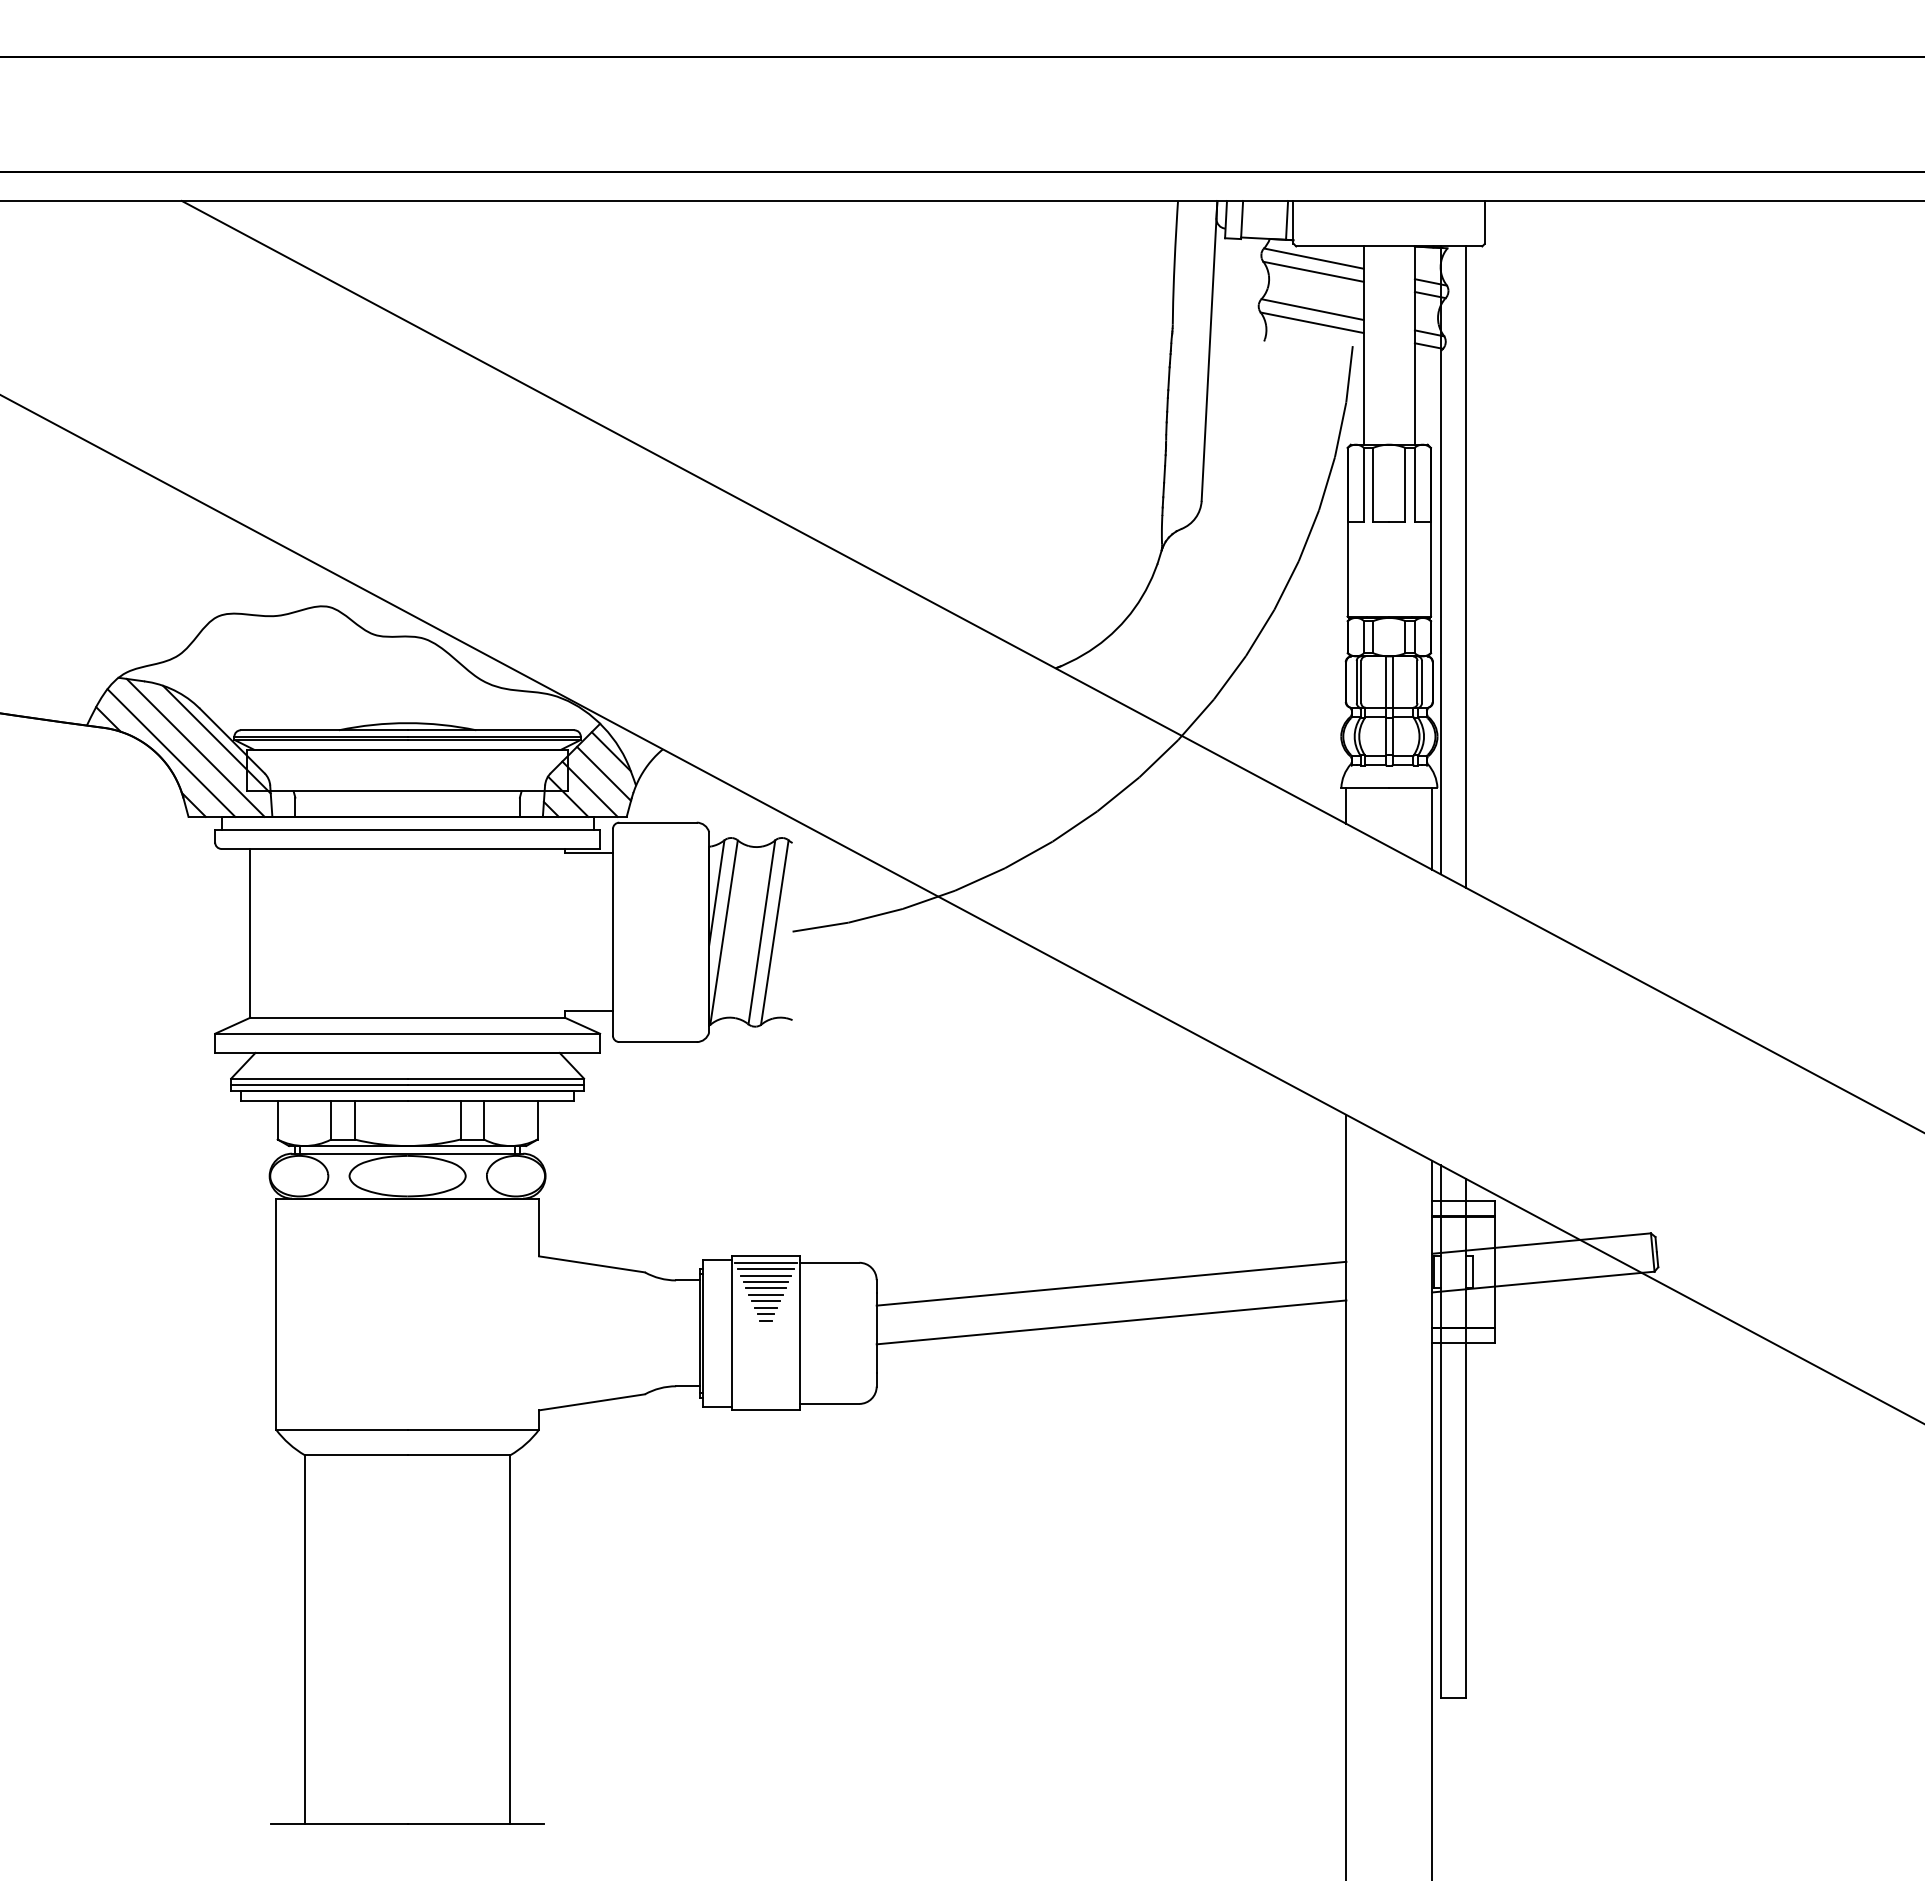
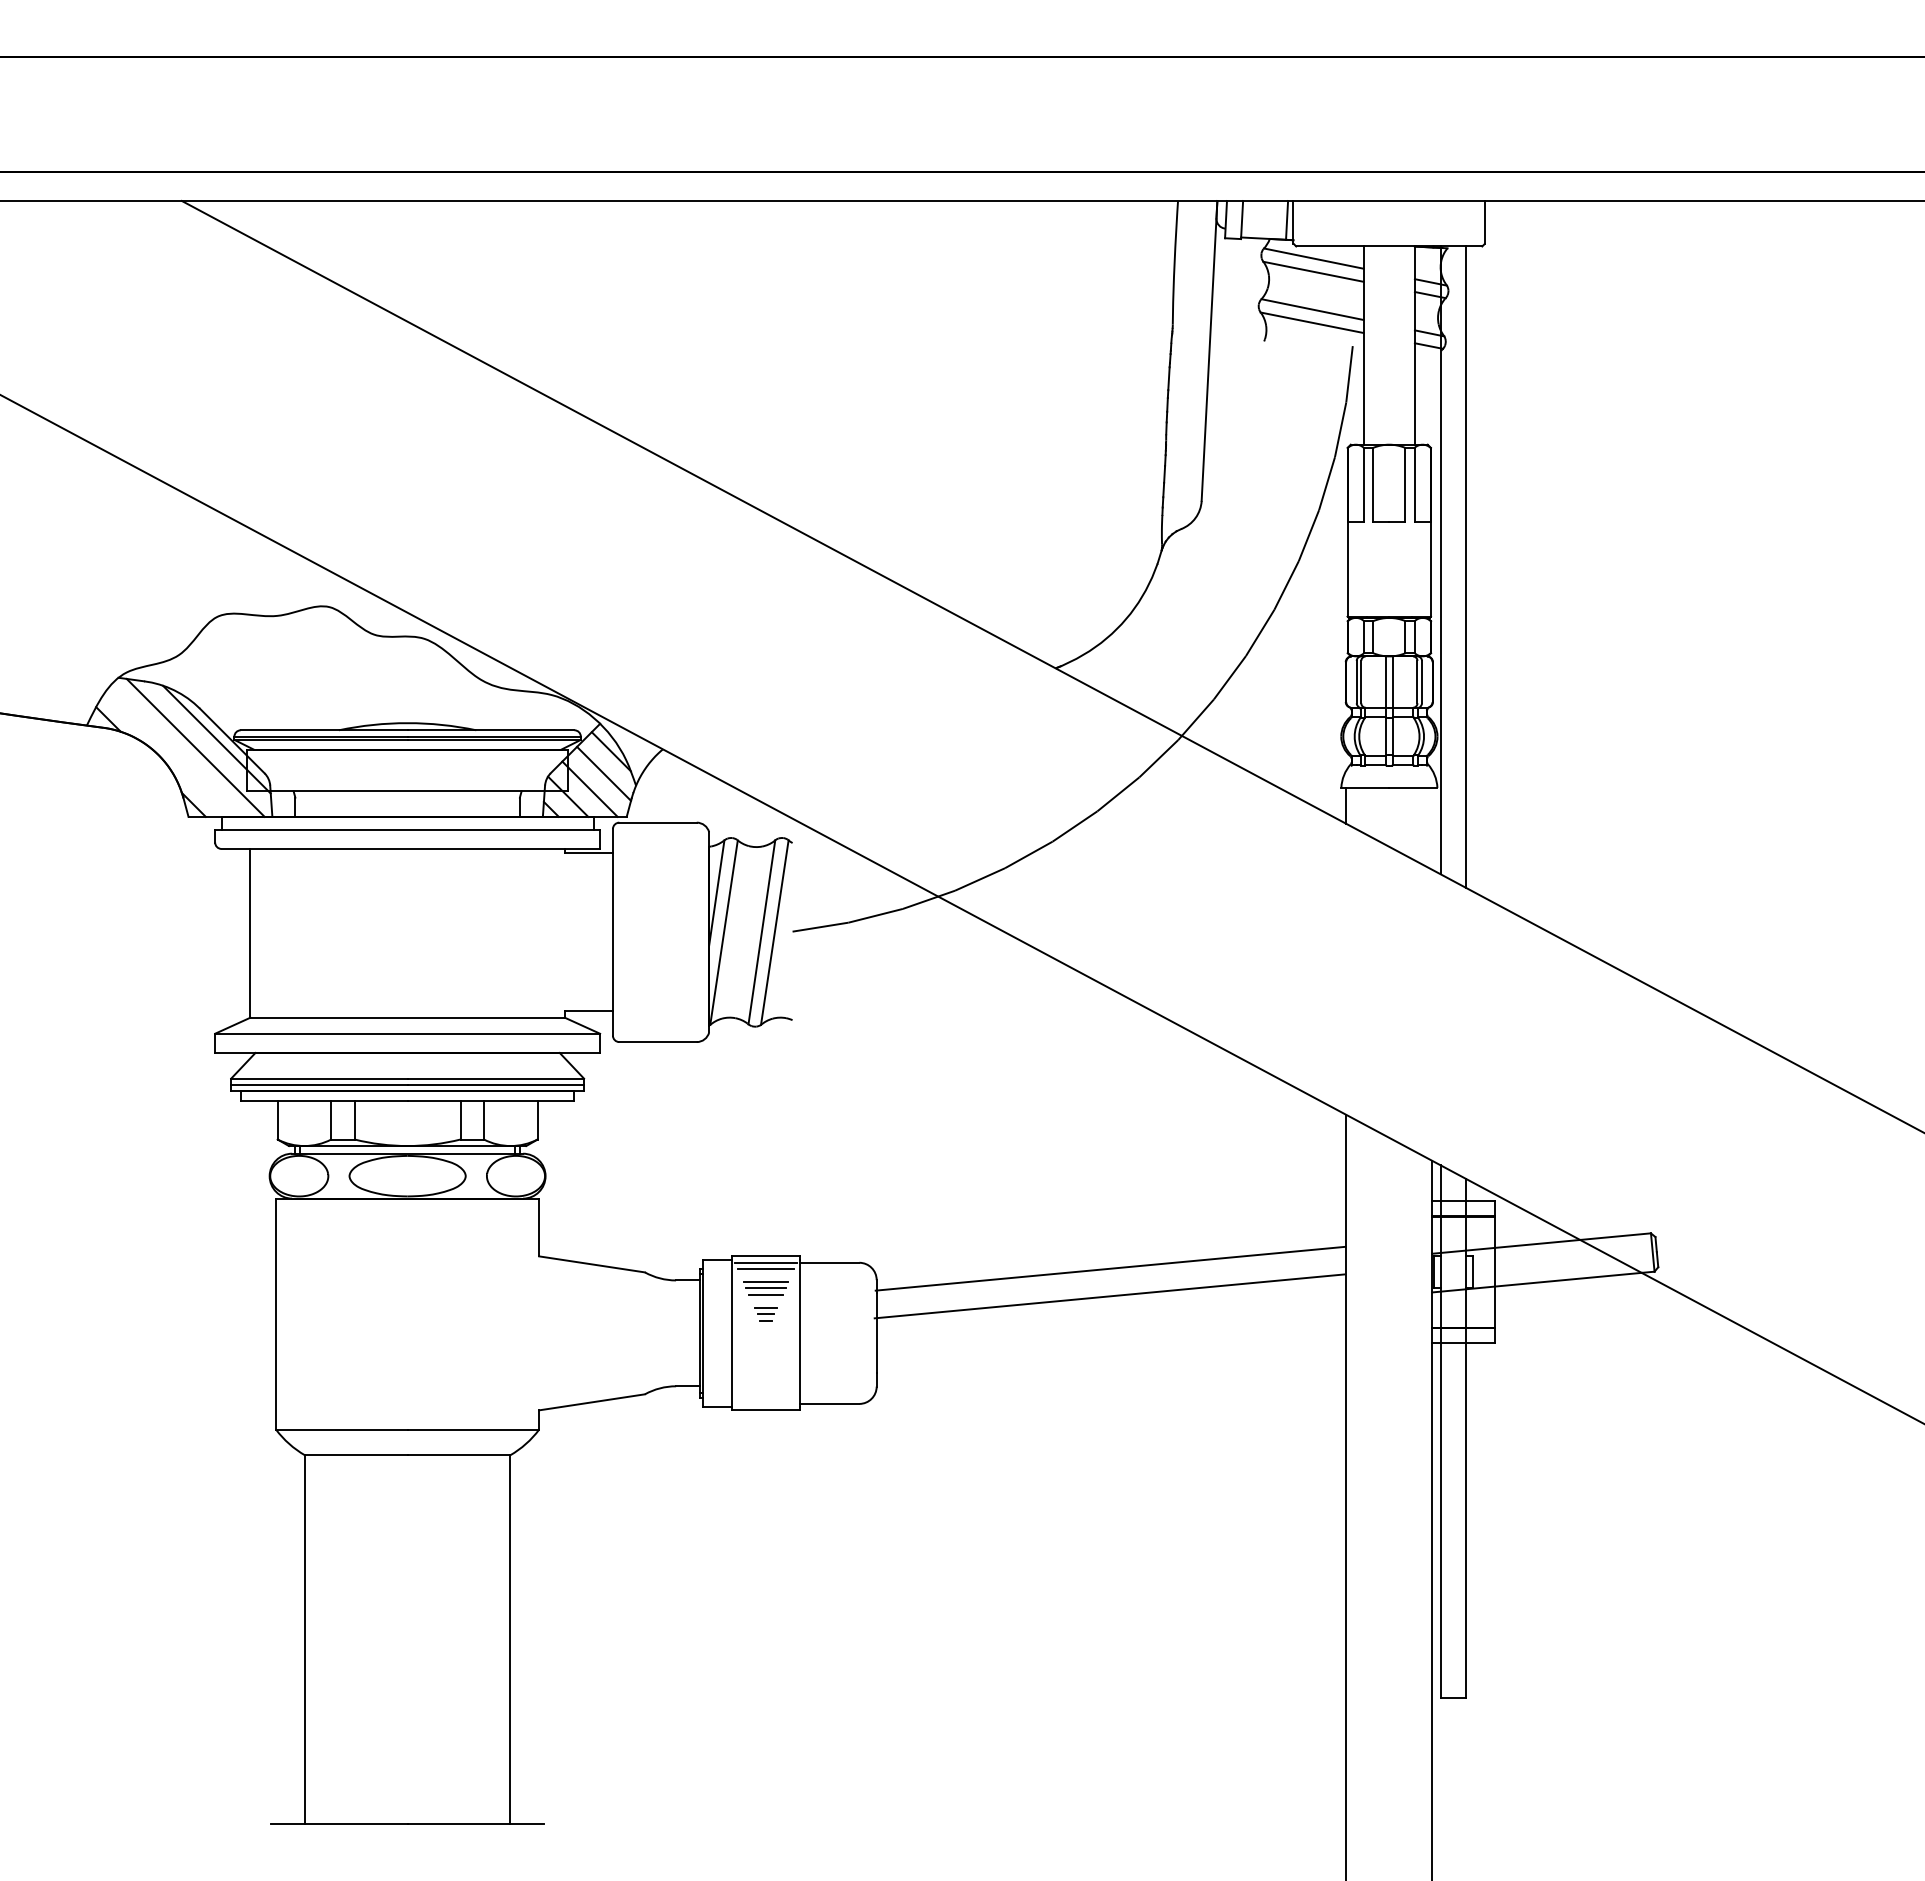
line at (171, 752): present -> none
line at (1432, 828): present -> none
line at (765, 1275): present -> none
line at (1111, 1283) position: (1111, 1283) -> (1110, 1268)
line at (765, 1301): present -> none
line at (1111, 1322) position: (1111, 1322) -> (1109, 1296)
